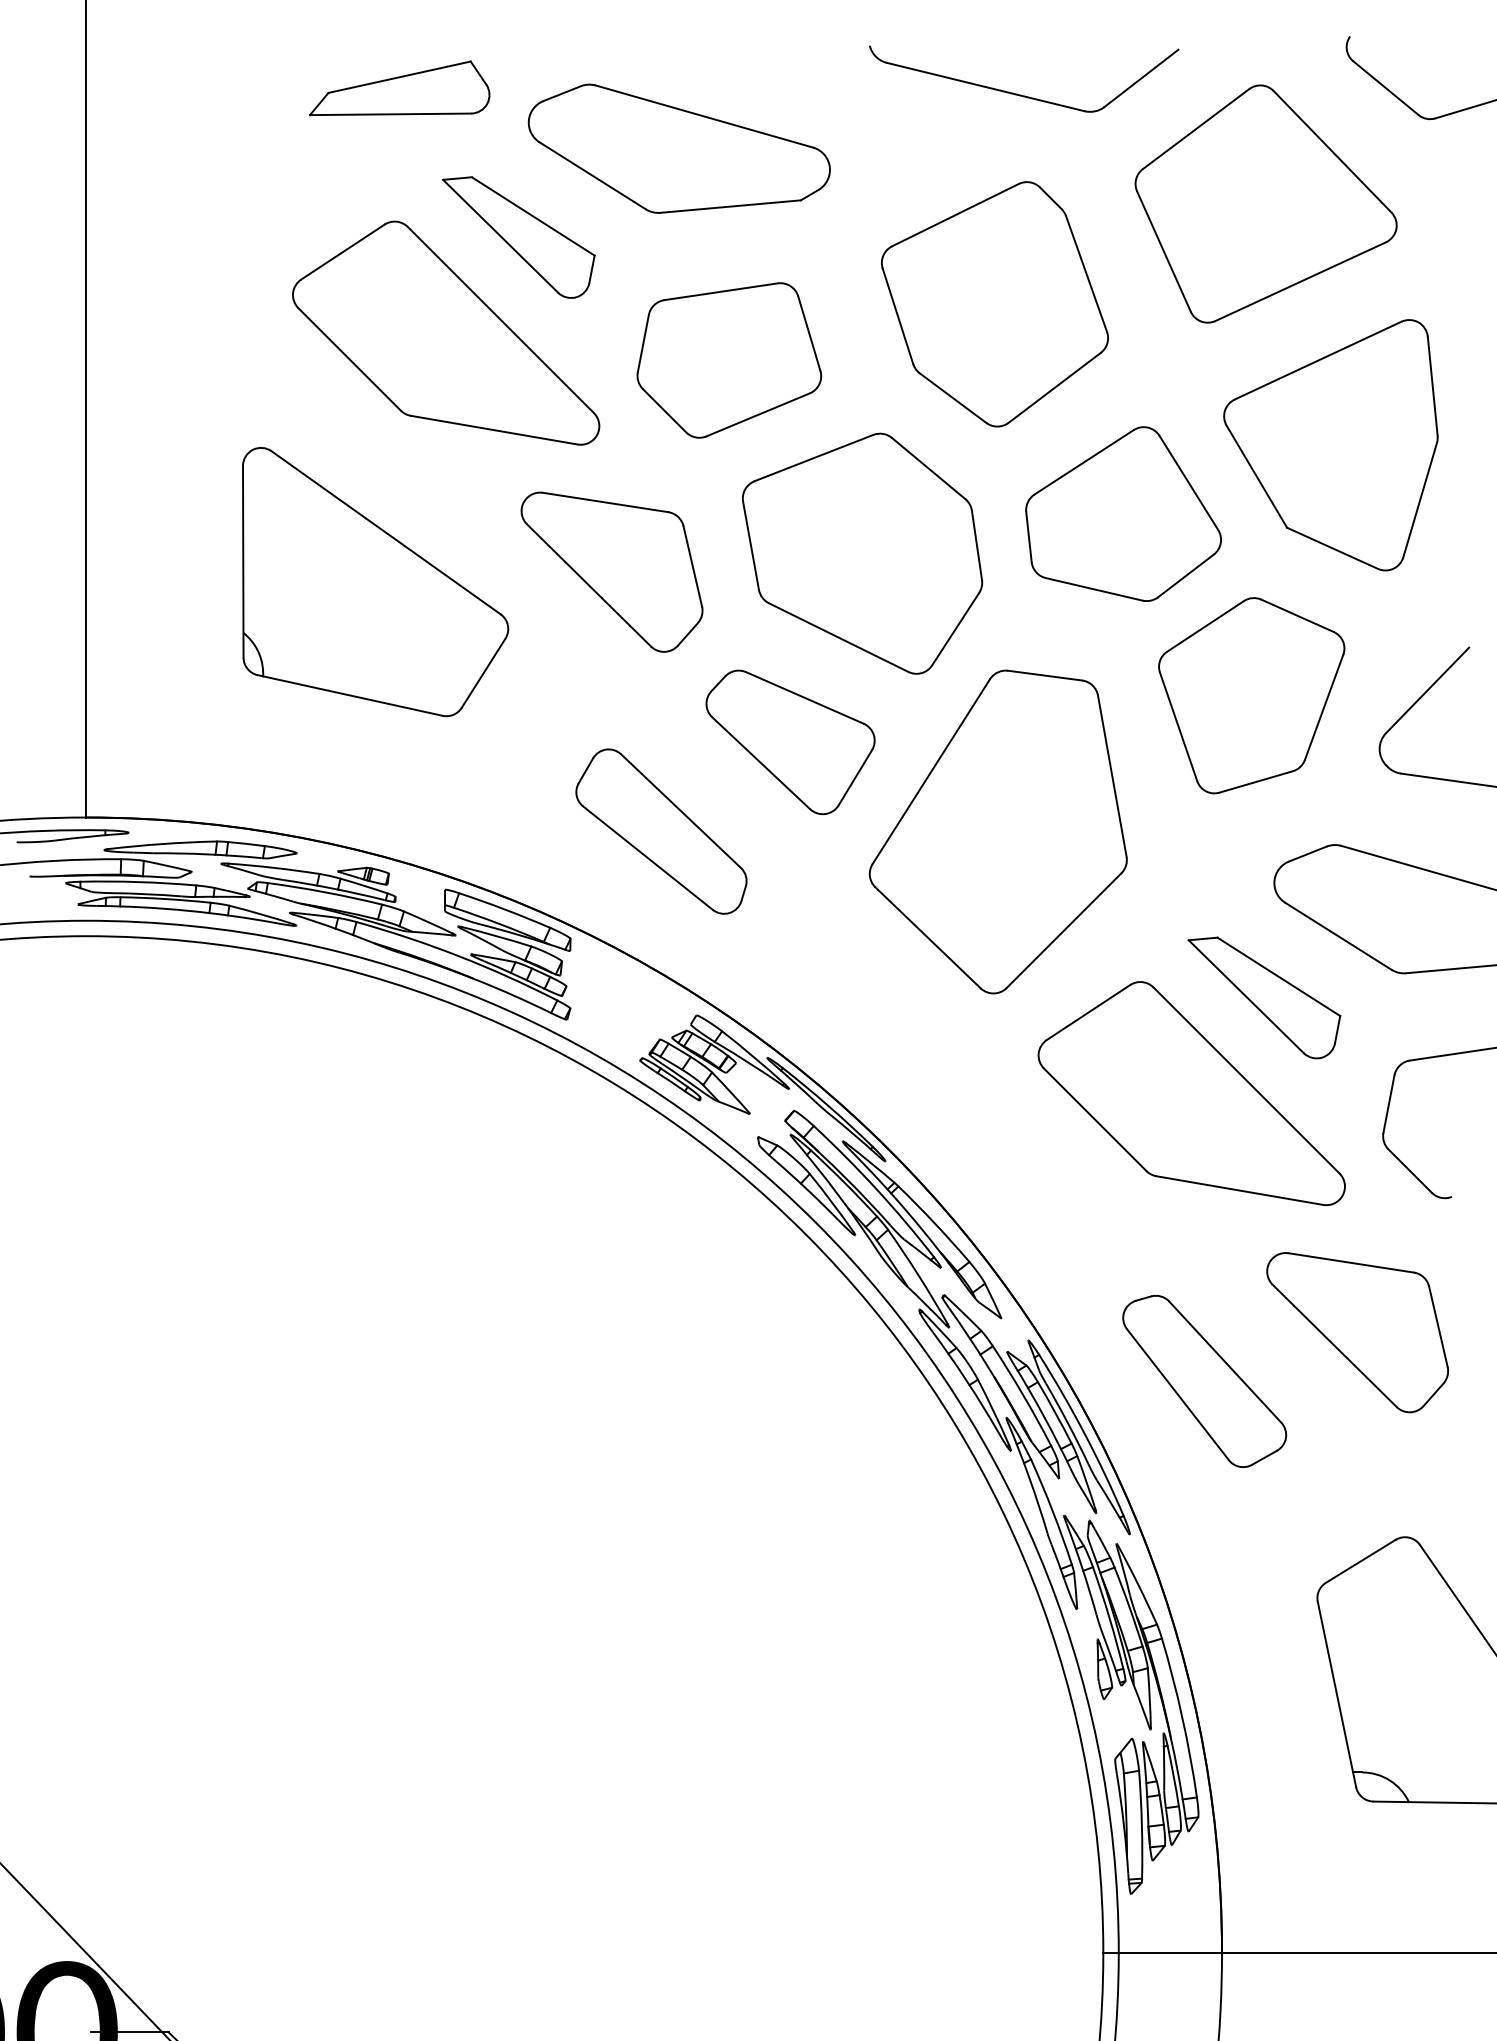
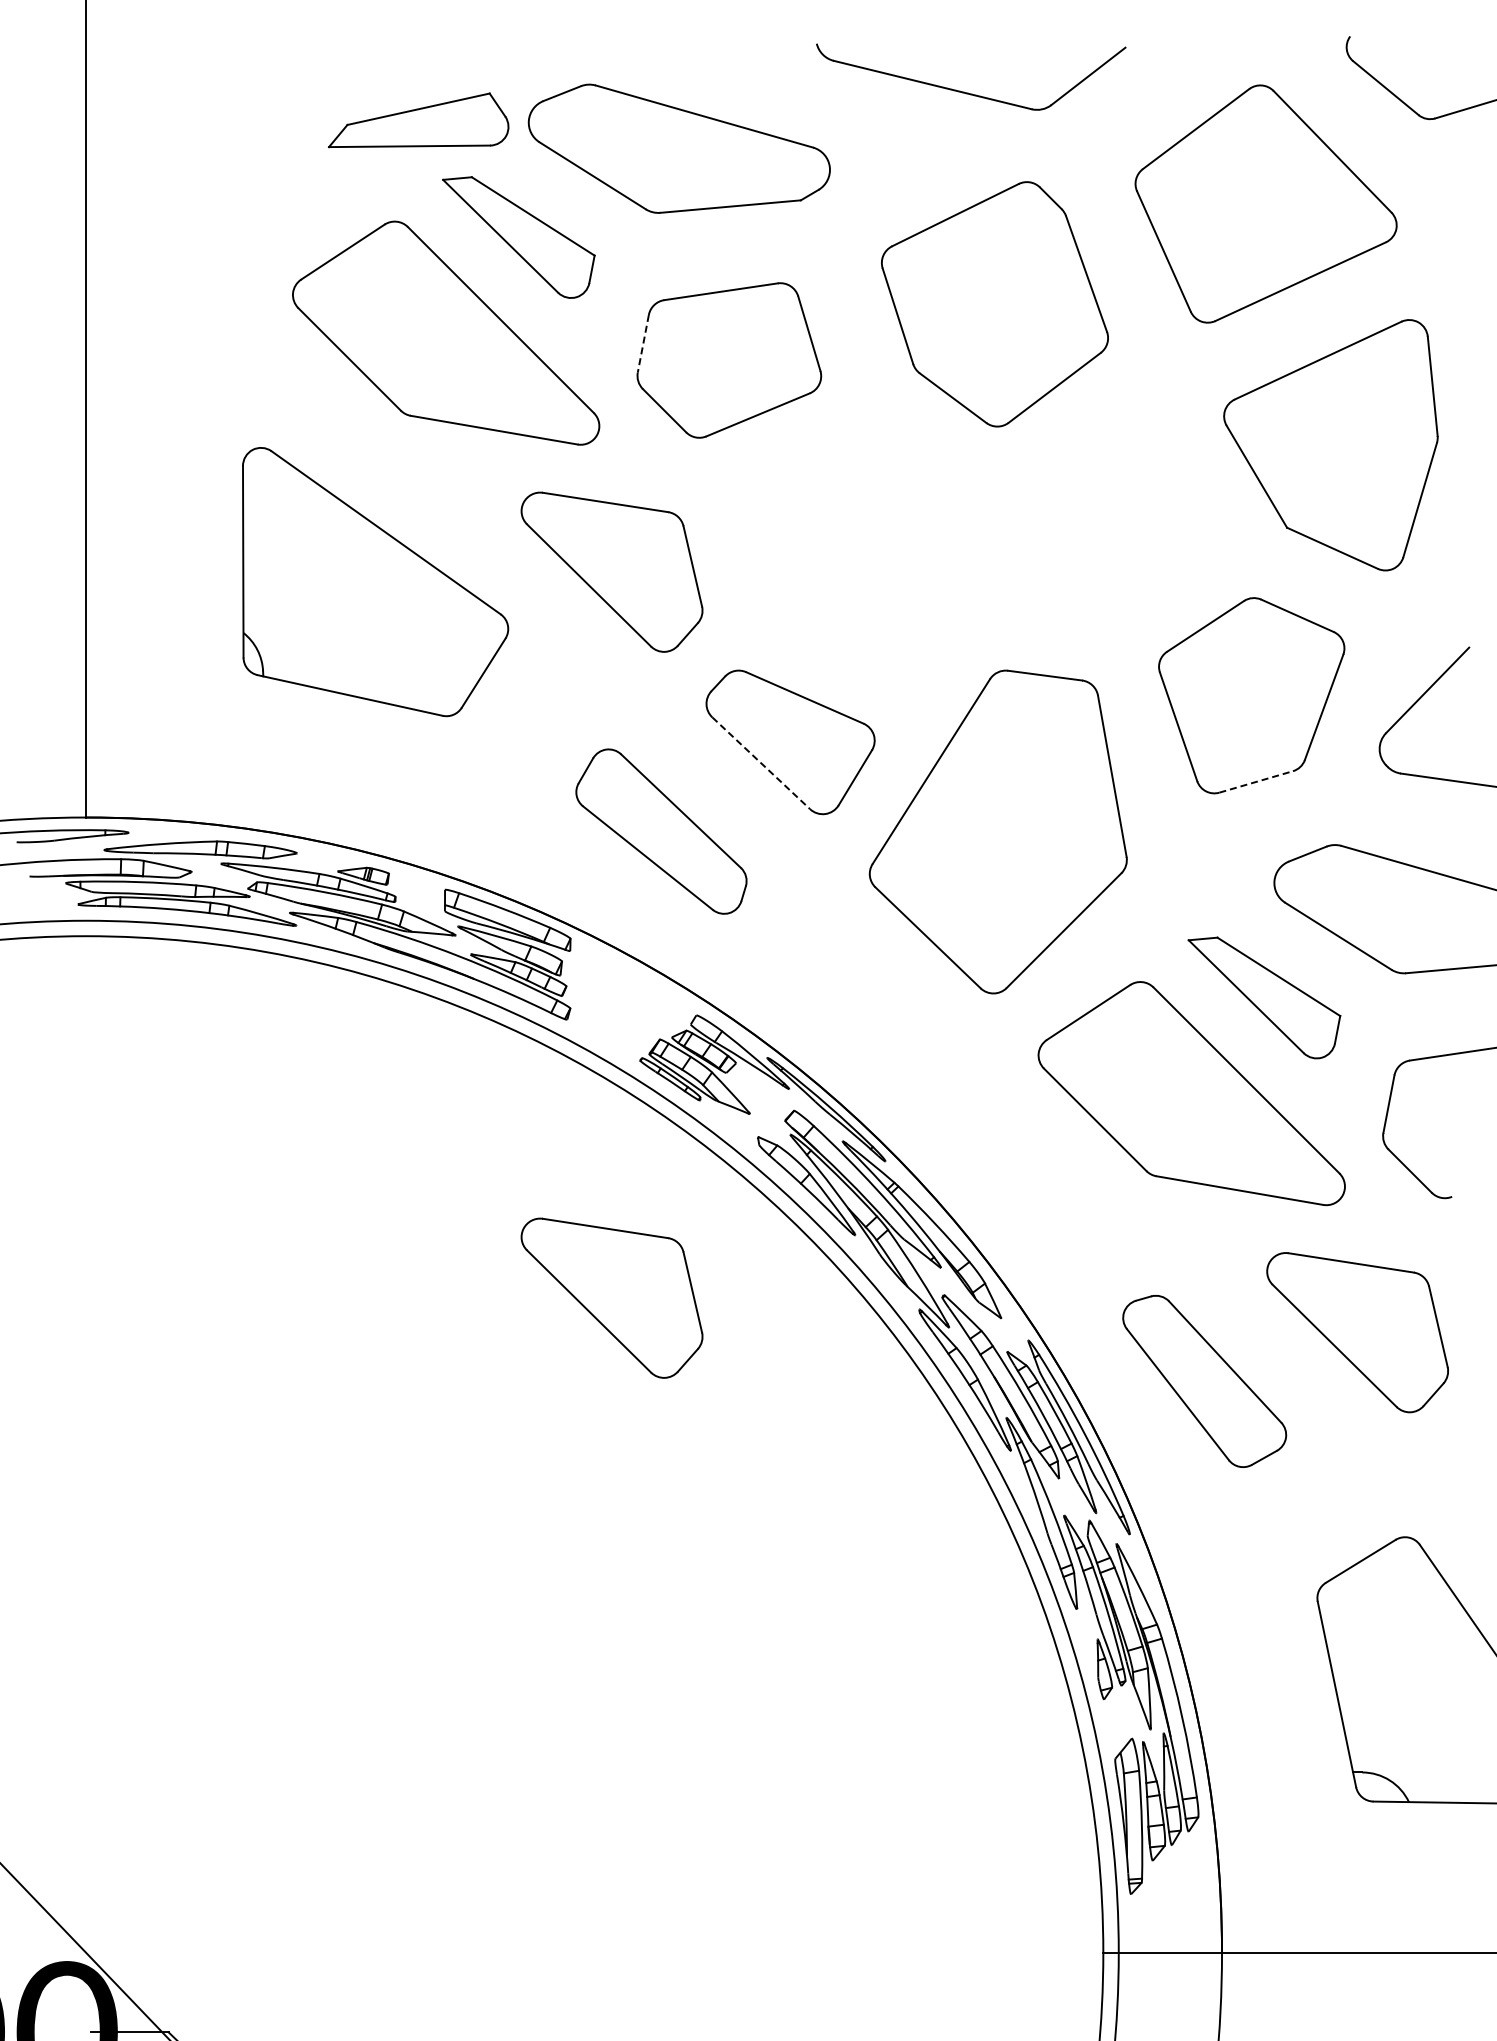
part at (399, 88) position: (399, 88) -> (418, 120)
part at (1021, 94) position: (1021, 94) -> (968, 92)
line at (643, 344): solid -> dashed
part at (1123, 513): present -> none
part at (862, 553): present -> none
line at (761, 763): solid -> dashed
line at (1256, 781): solid -> dashed
part at (611, 1297): none -> present
